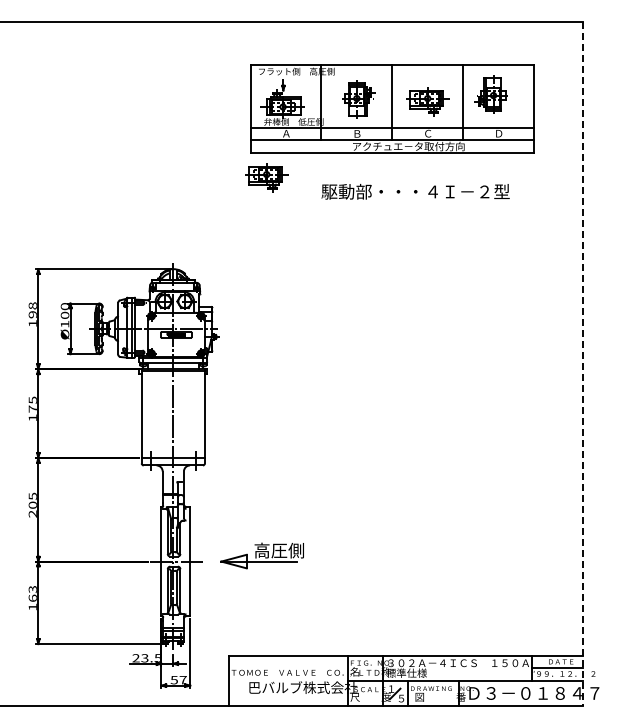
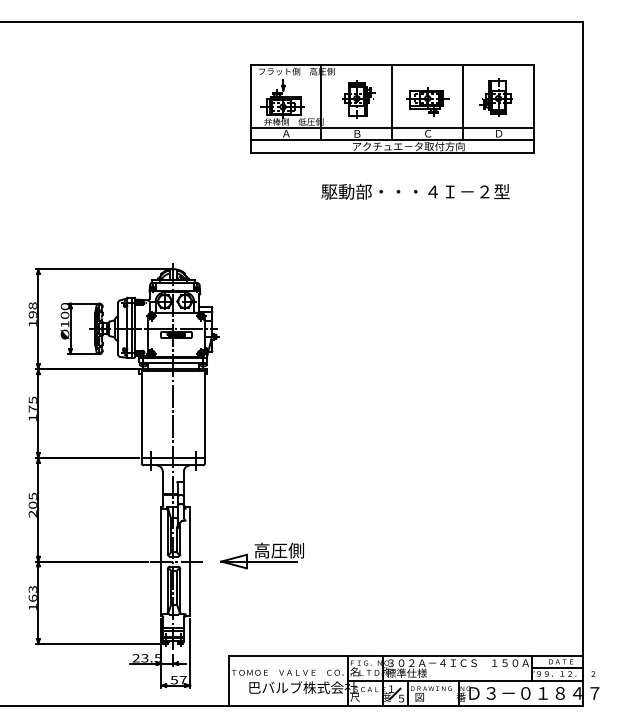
part at (490, 94) position: (490, 94) -> (495, 97)
part at (266, 177): present -> none
line at (582, 364): dashed -> solid
